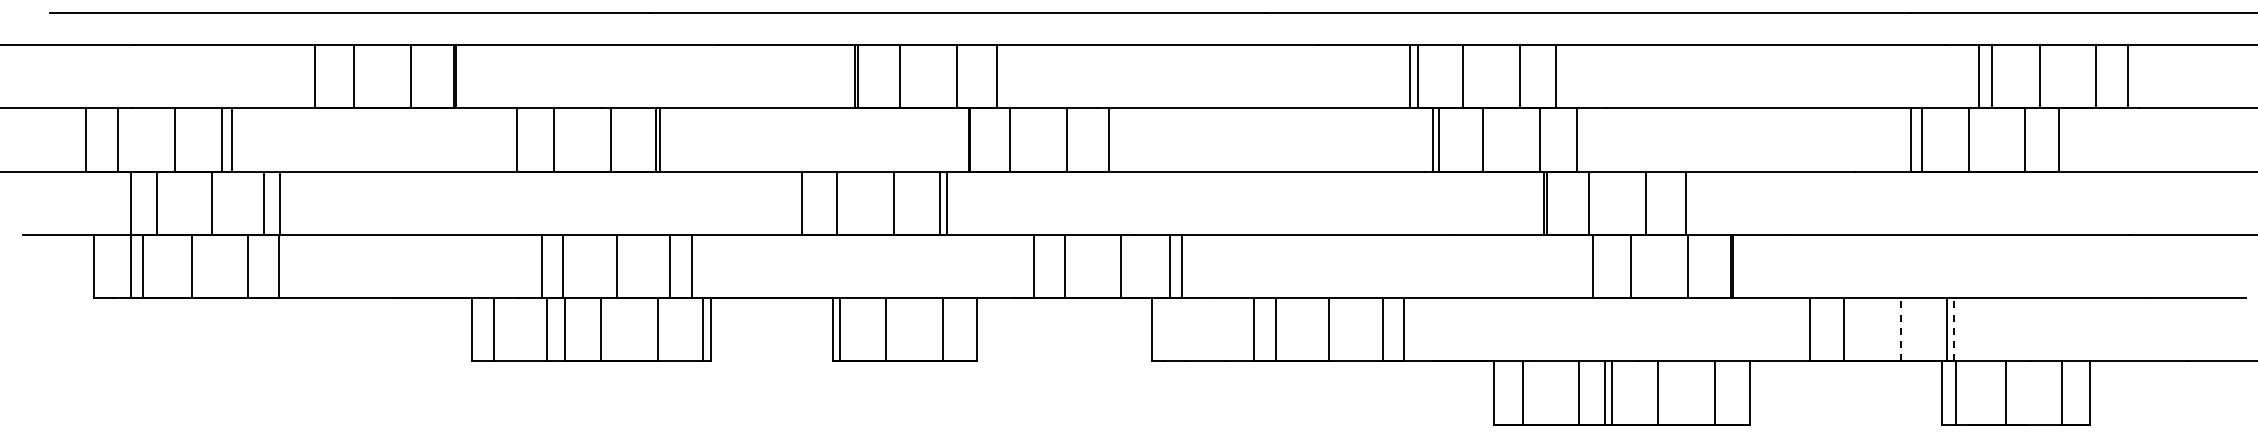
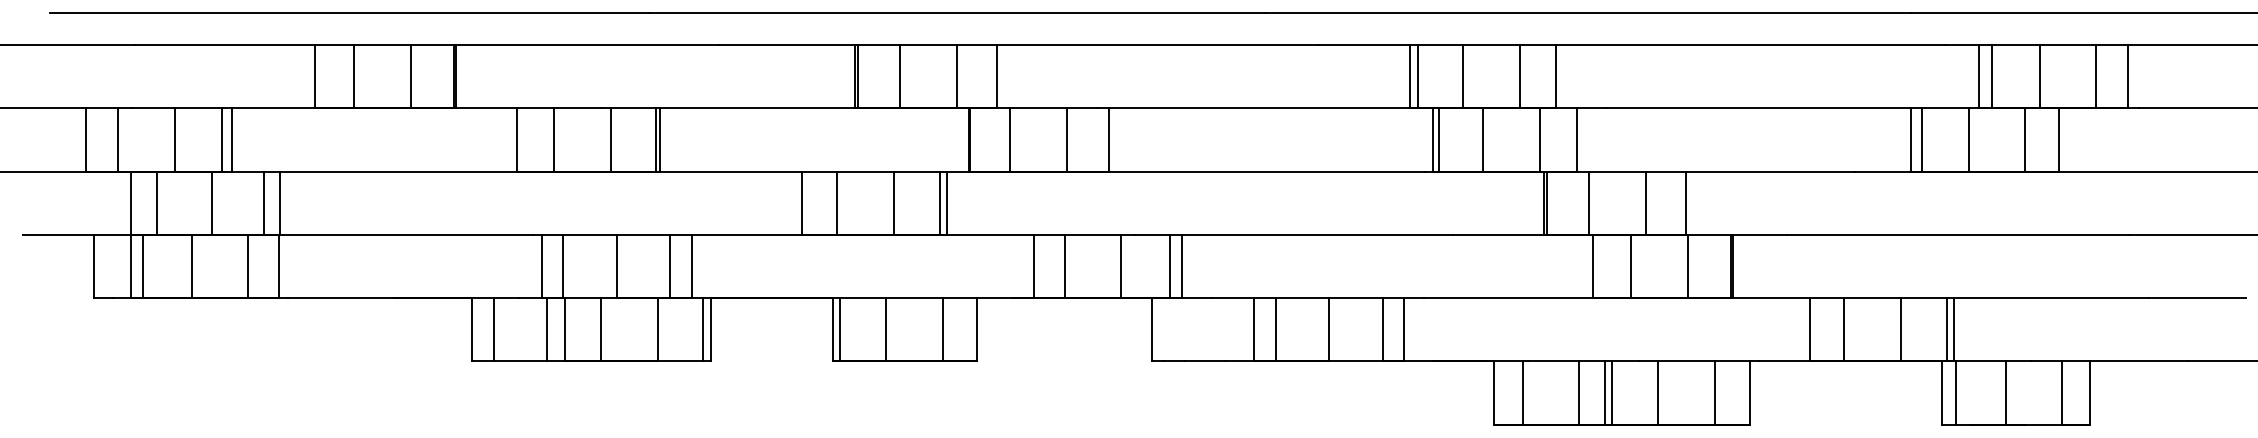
line at (1901, 329): dashed -> solid
line at (1954, 329): dashed -> solid
